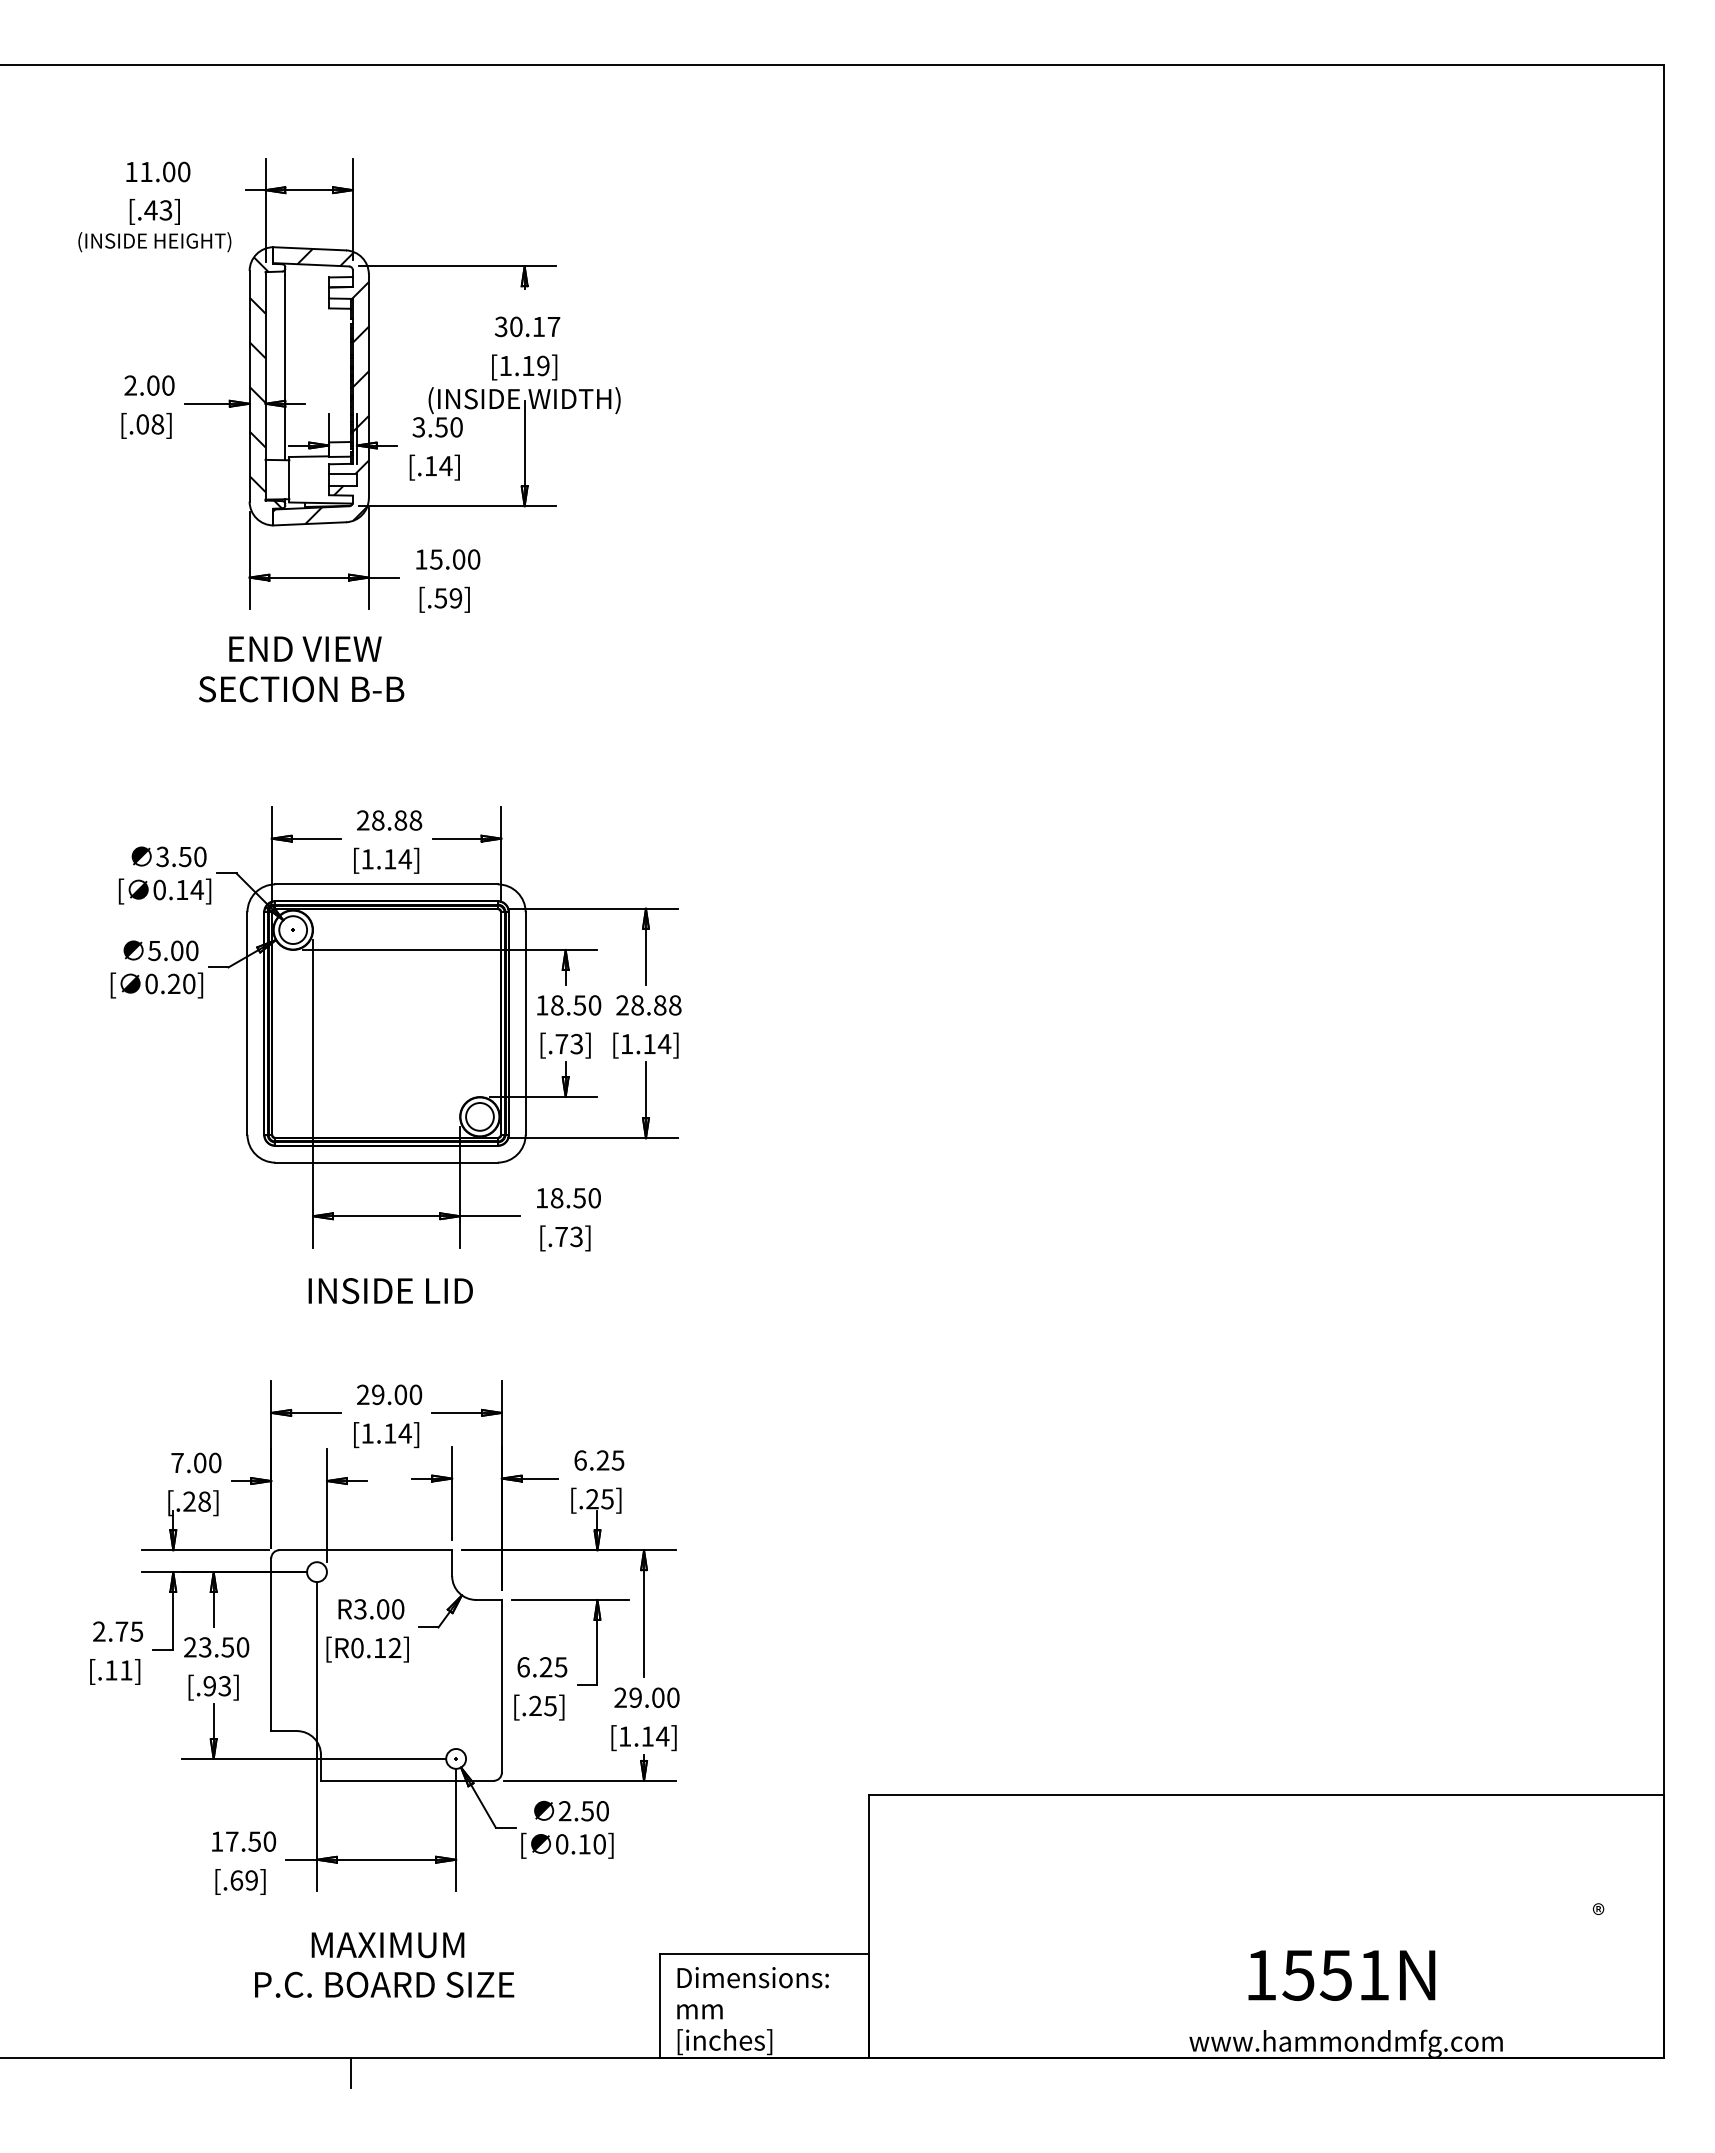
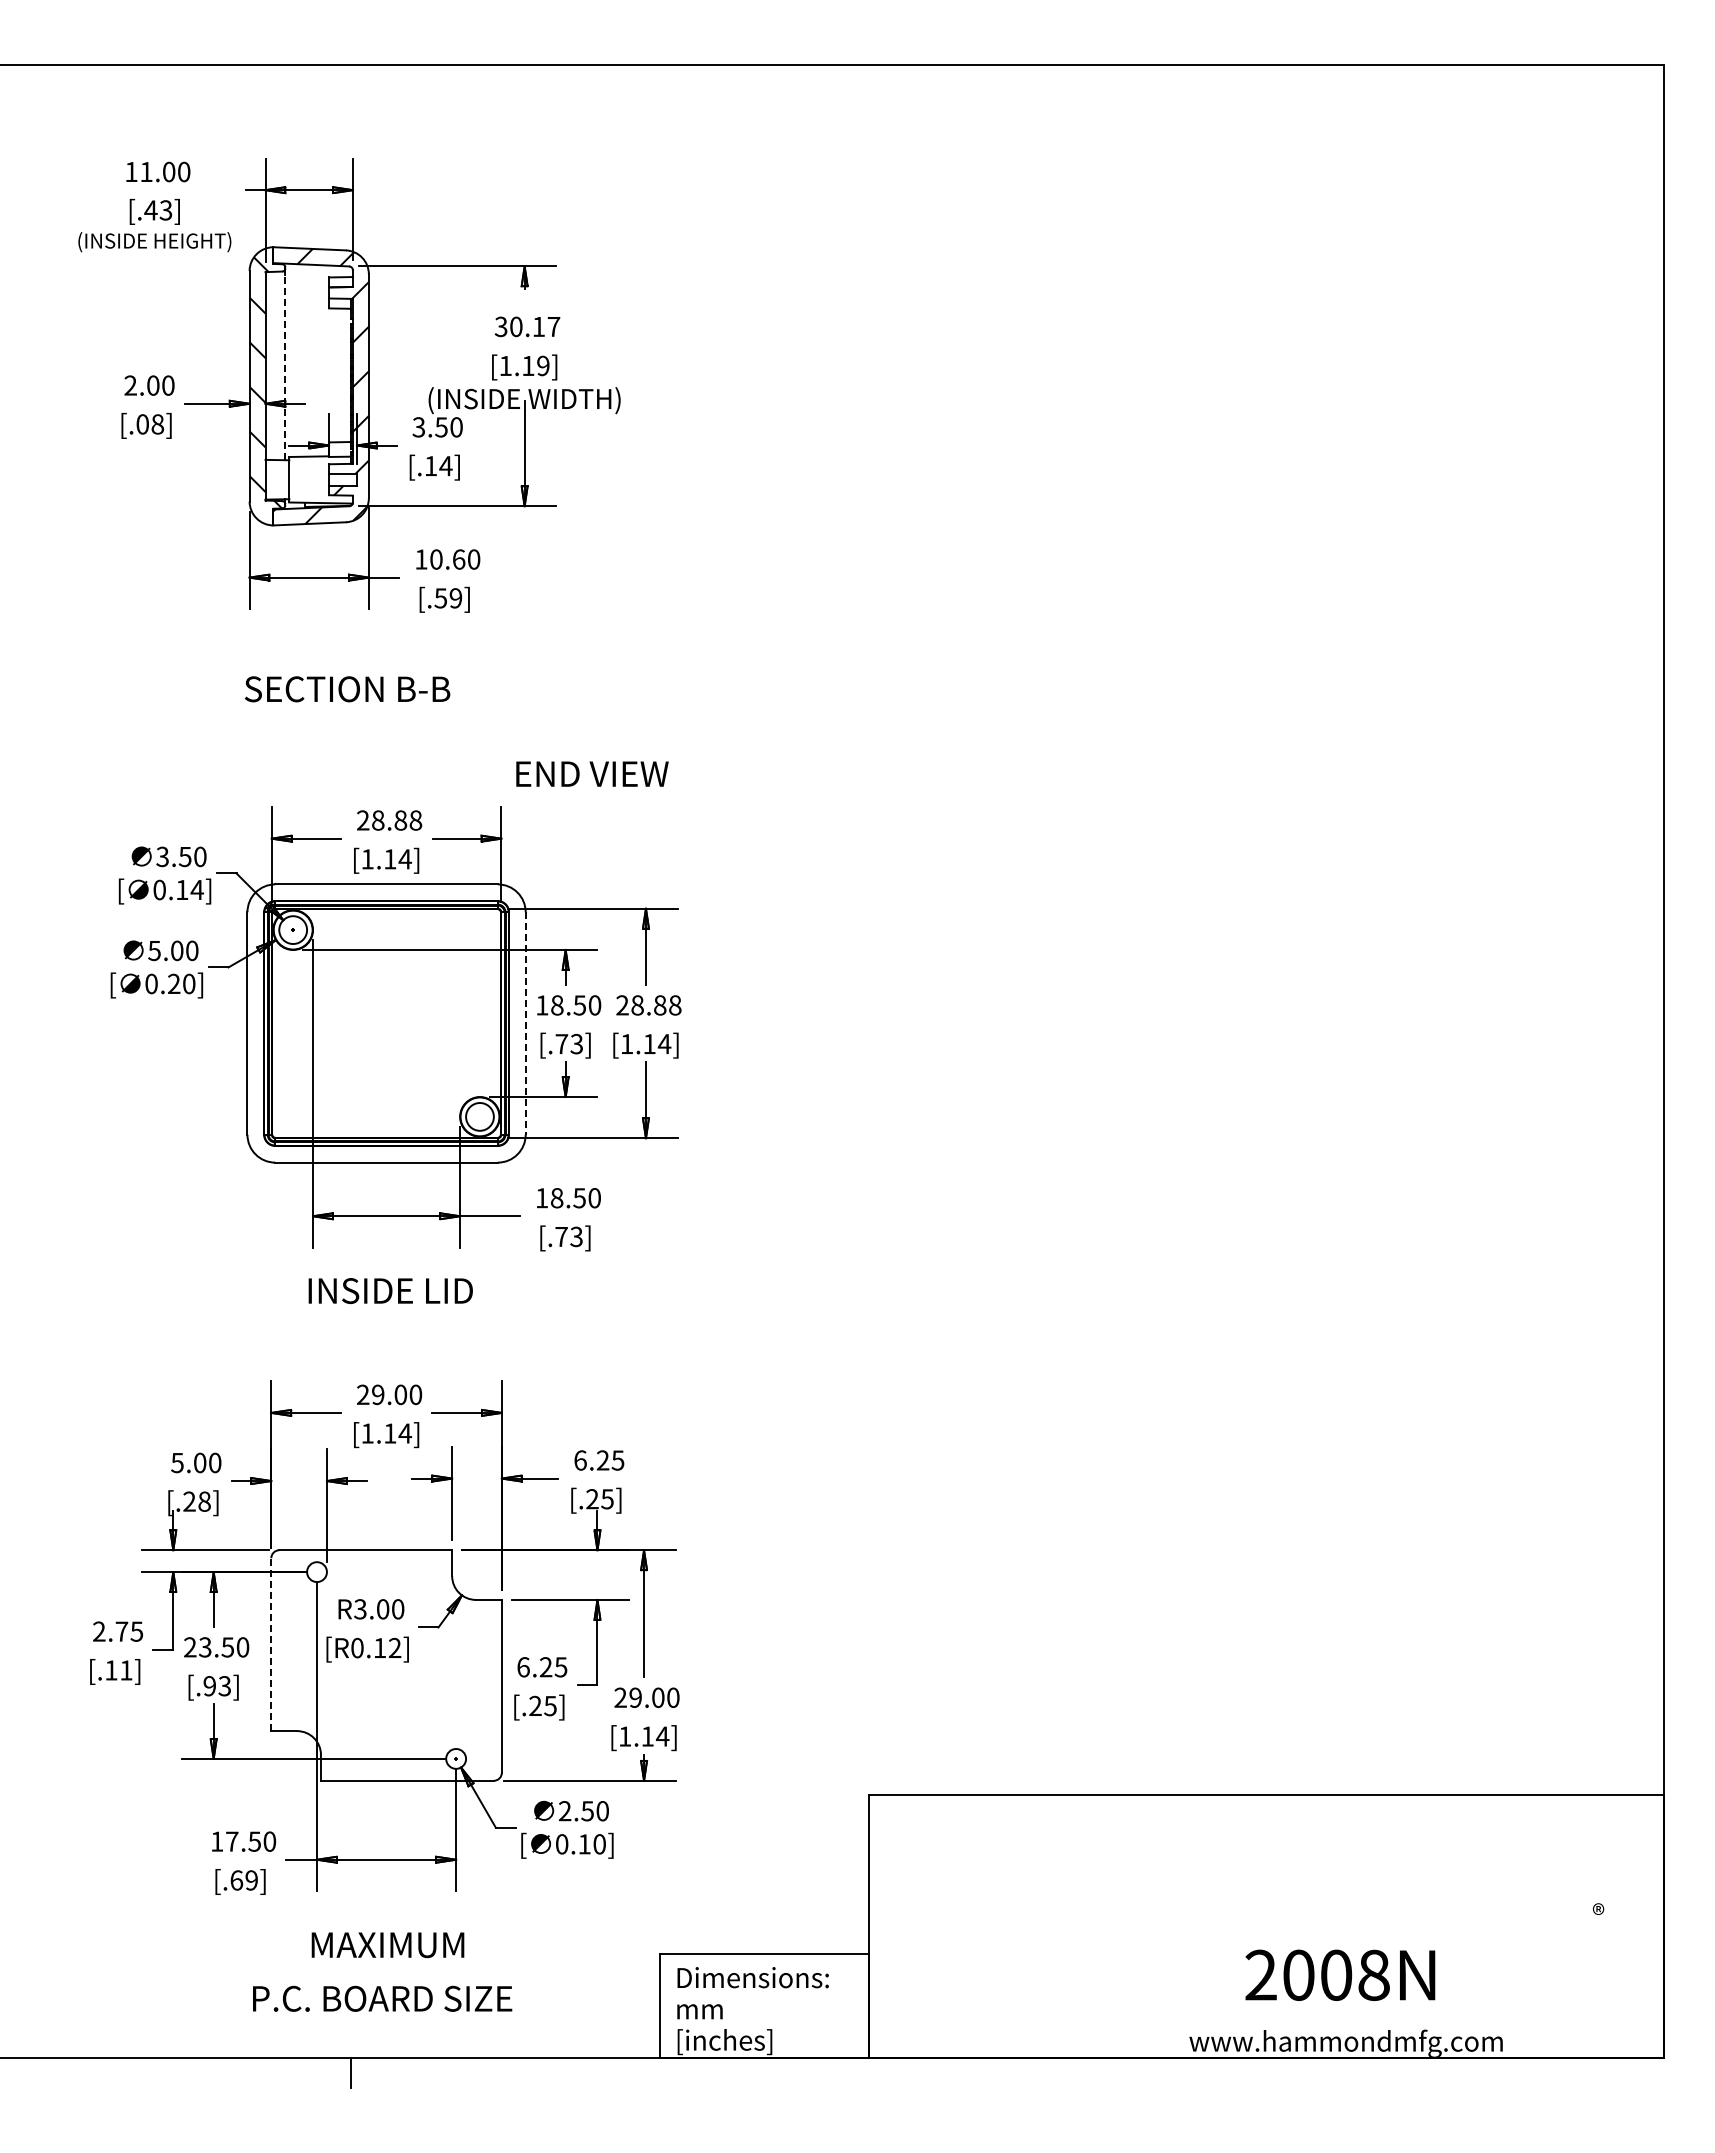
line at (285, 367): solid -> dashed
text at (447, 559): 15.00 -> 10.60
text at (305, 648) position: (305, 648) -> (592, 773)
text at (301, 689) position: (301, 689) -> (347, 689)
line at (525, 1024): solid -> dashed
text at (177, 1463): 7.00 -> 5.00
line at (271, 1644): solid -> dashed
text at (1317, 1974): 1551N -> 2008N
text at (384, 1984) position: (384, 1984) -> (382, 1998)
